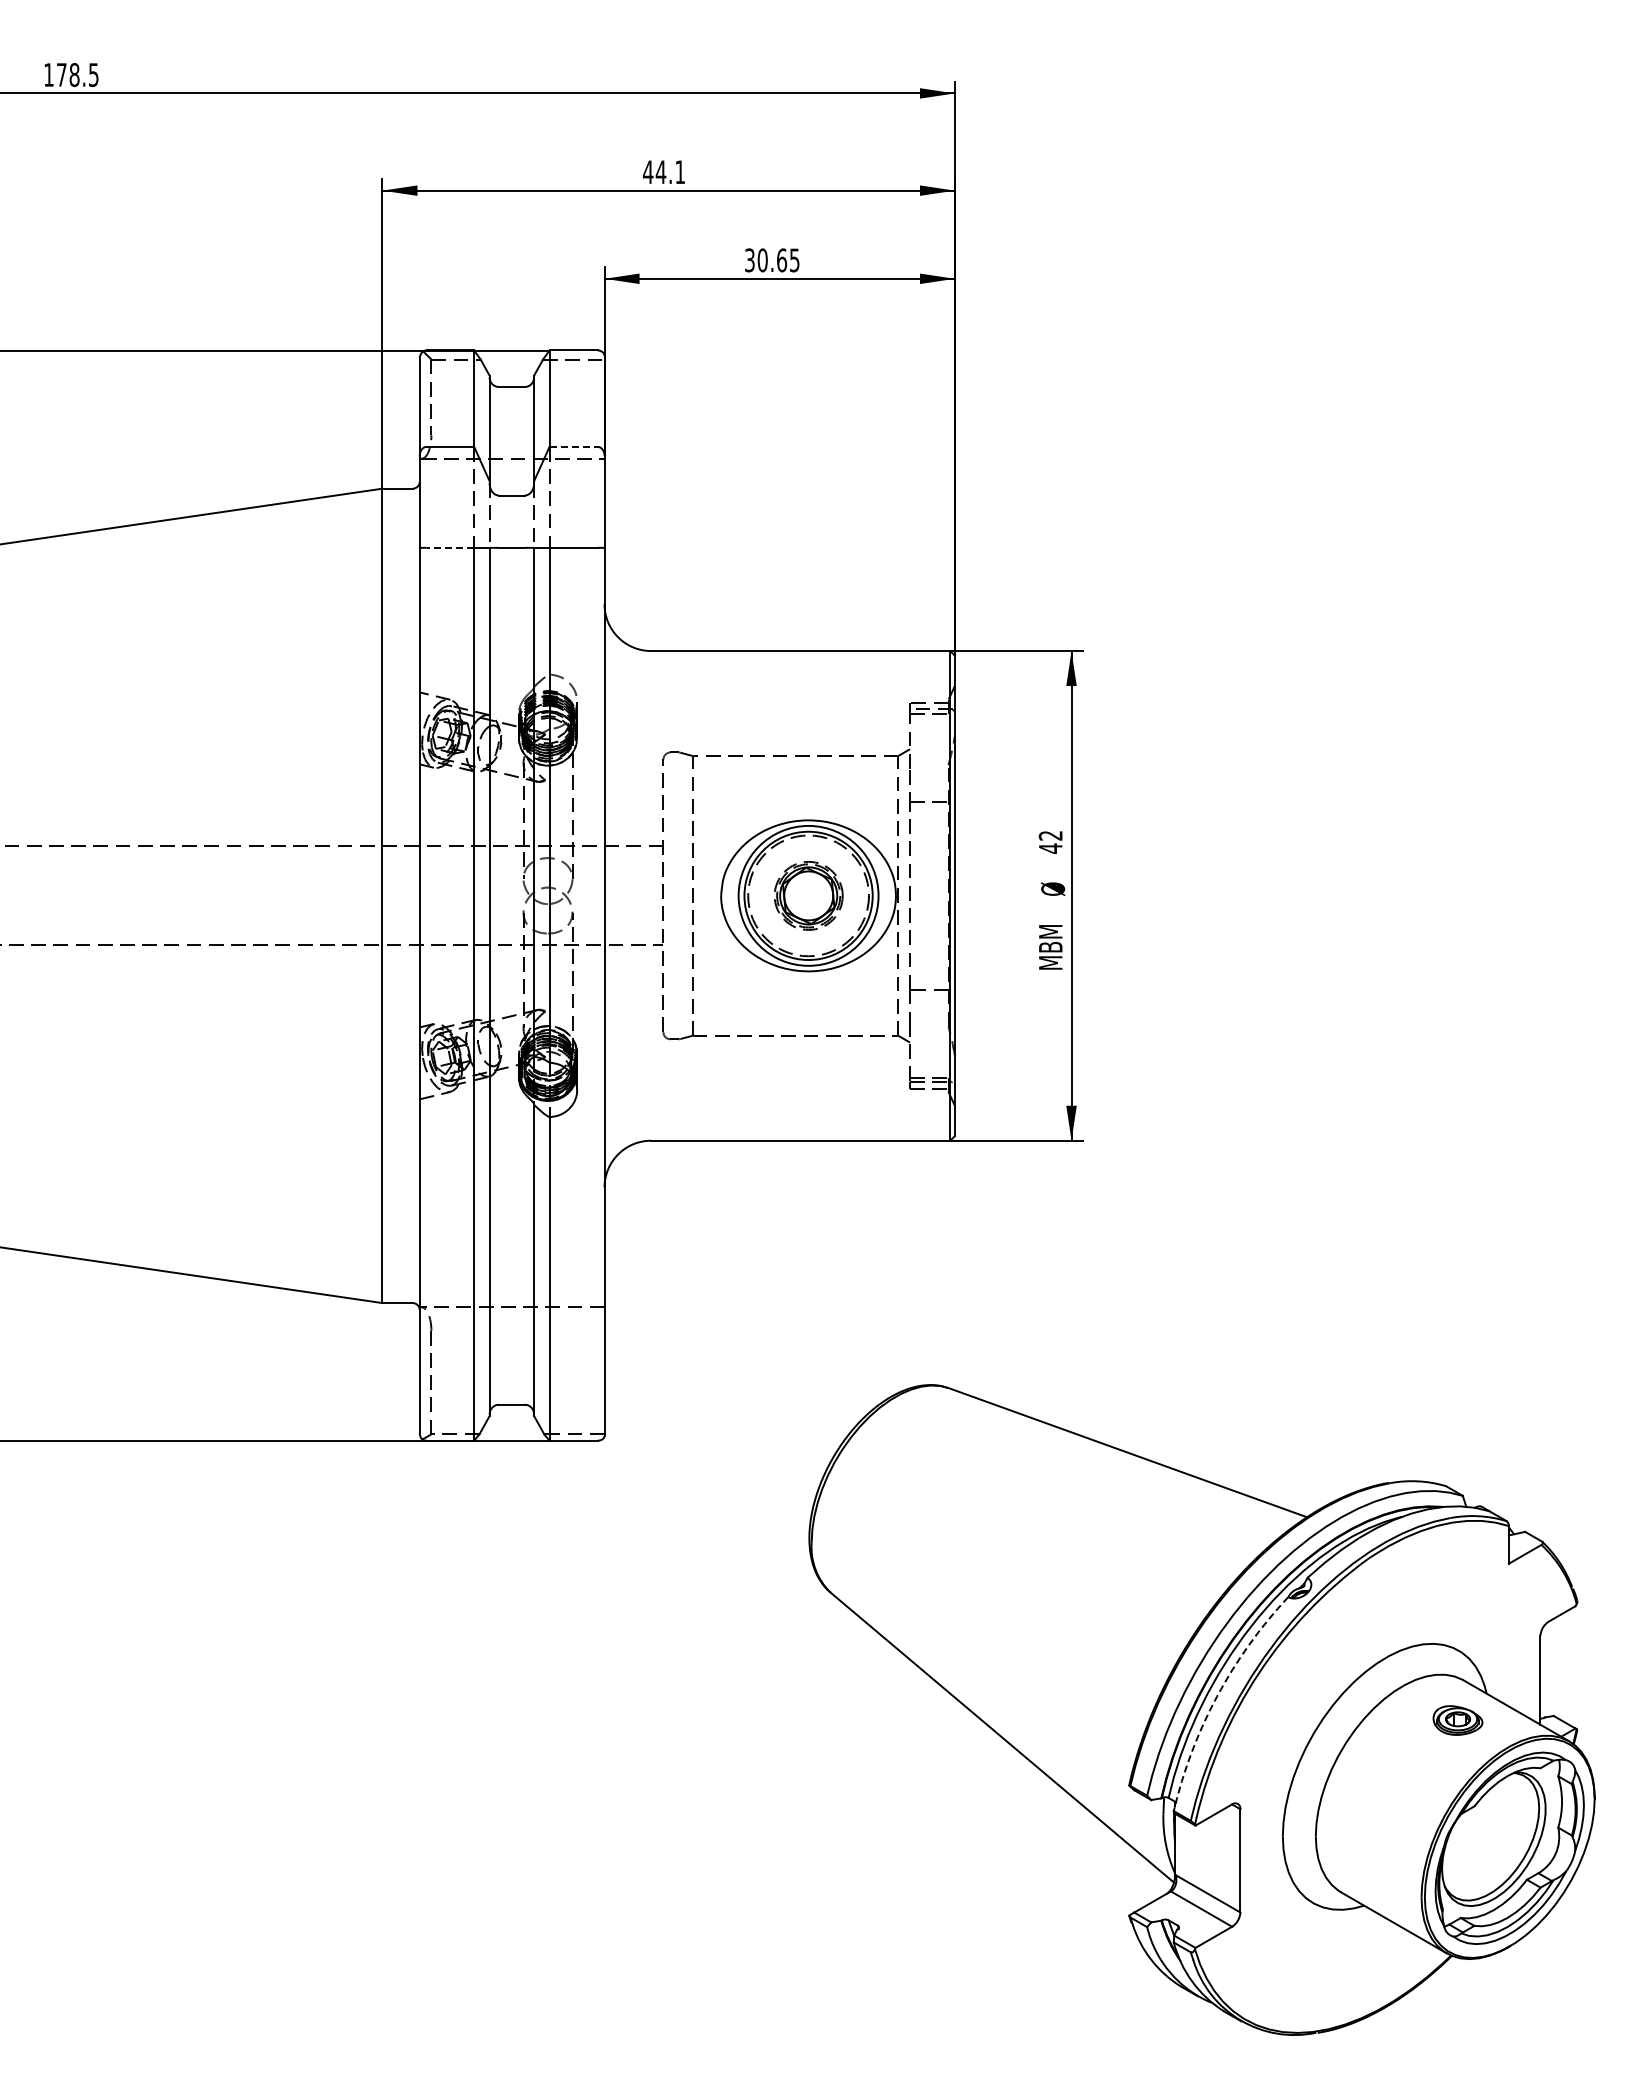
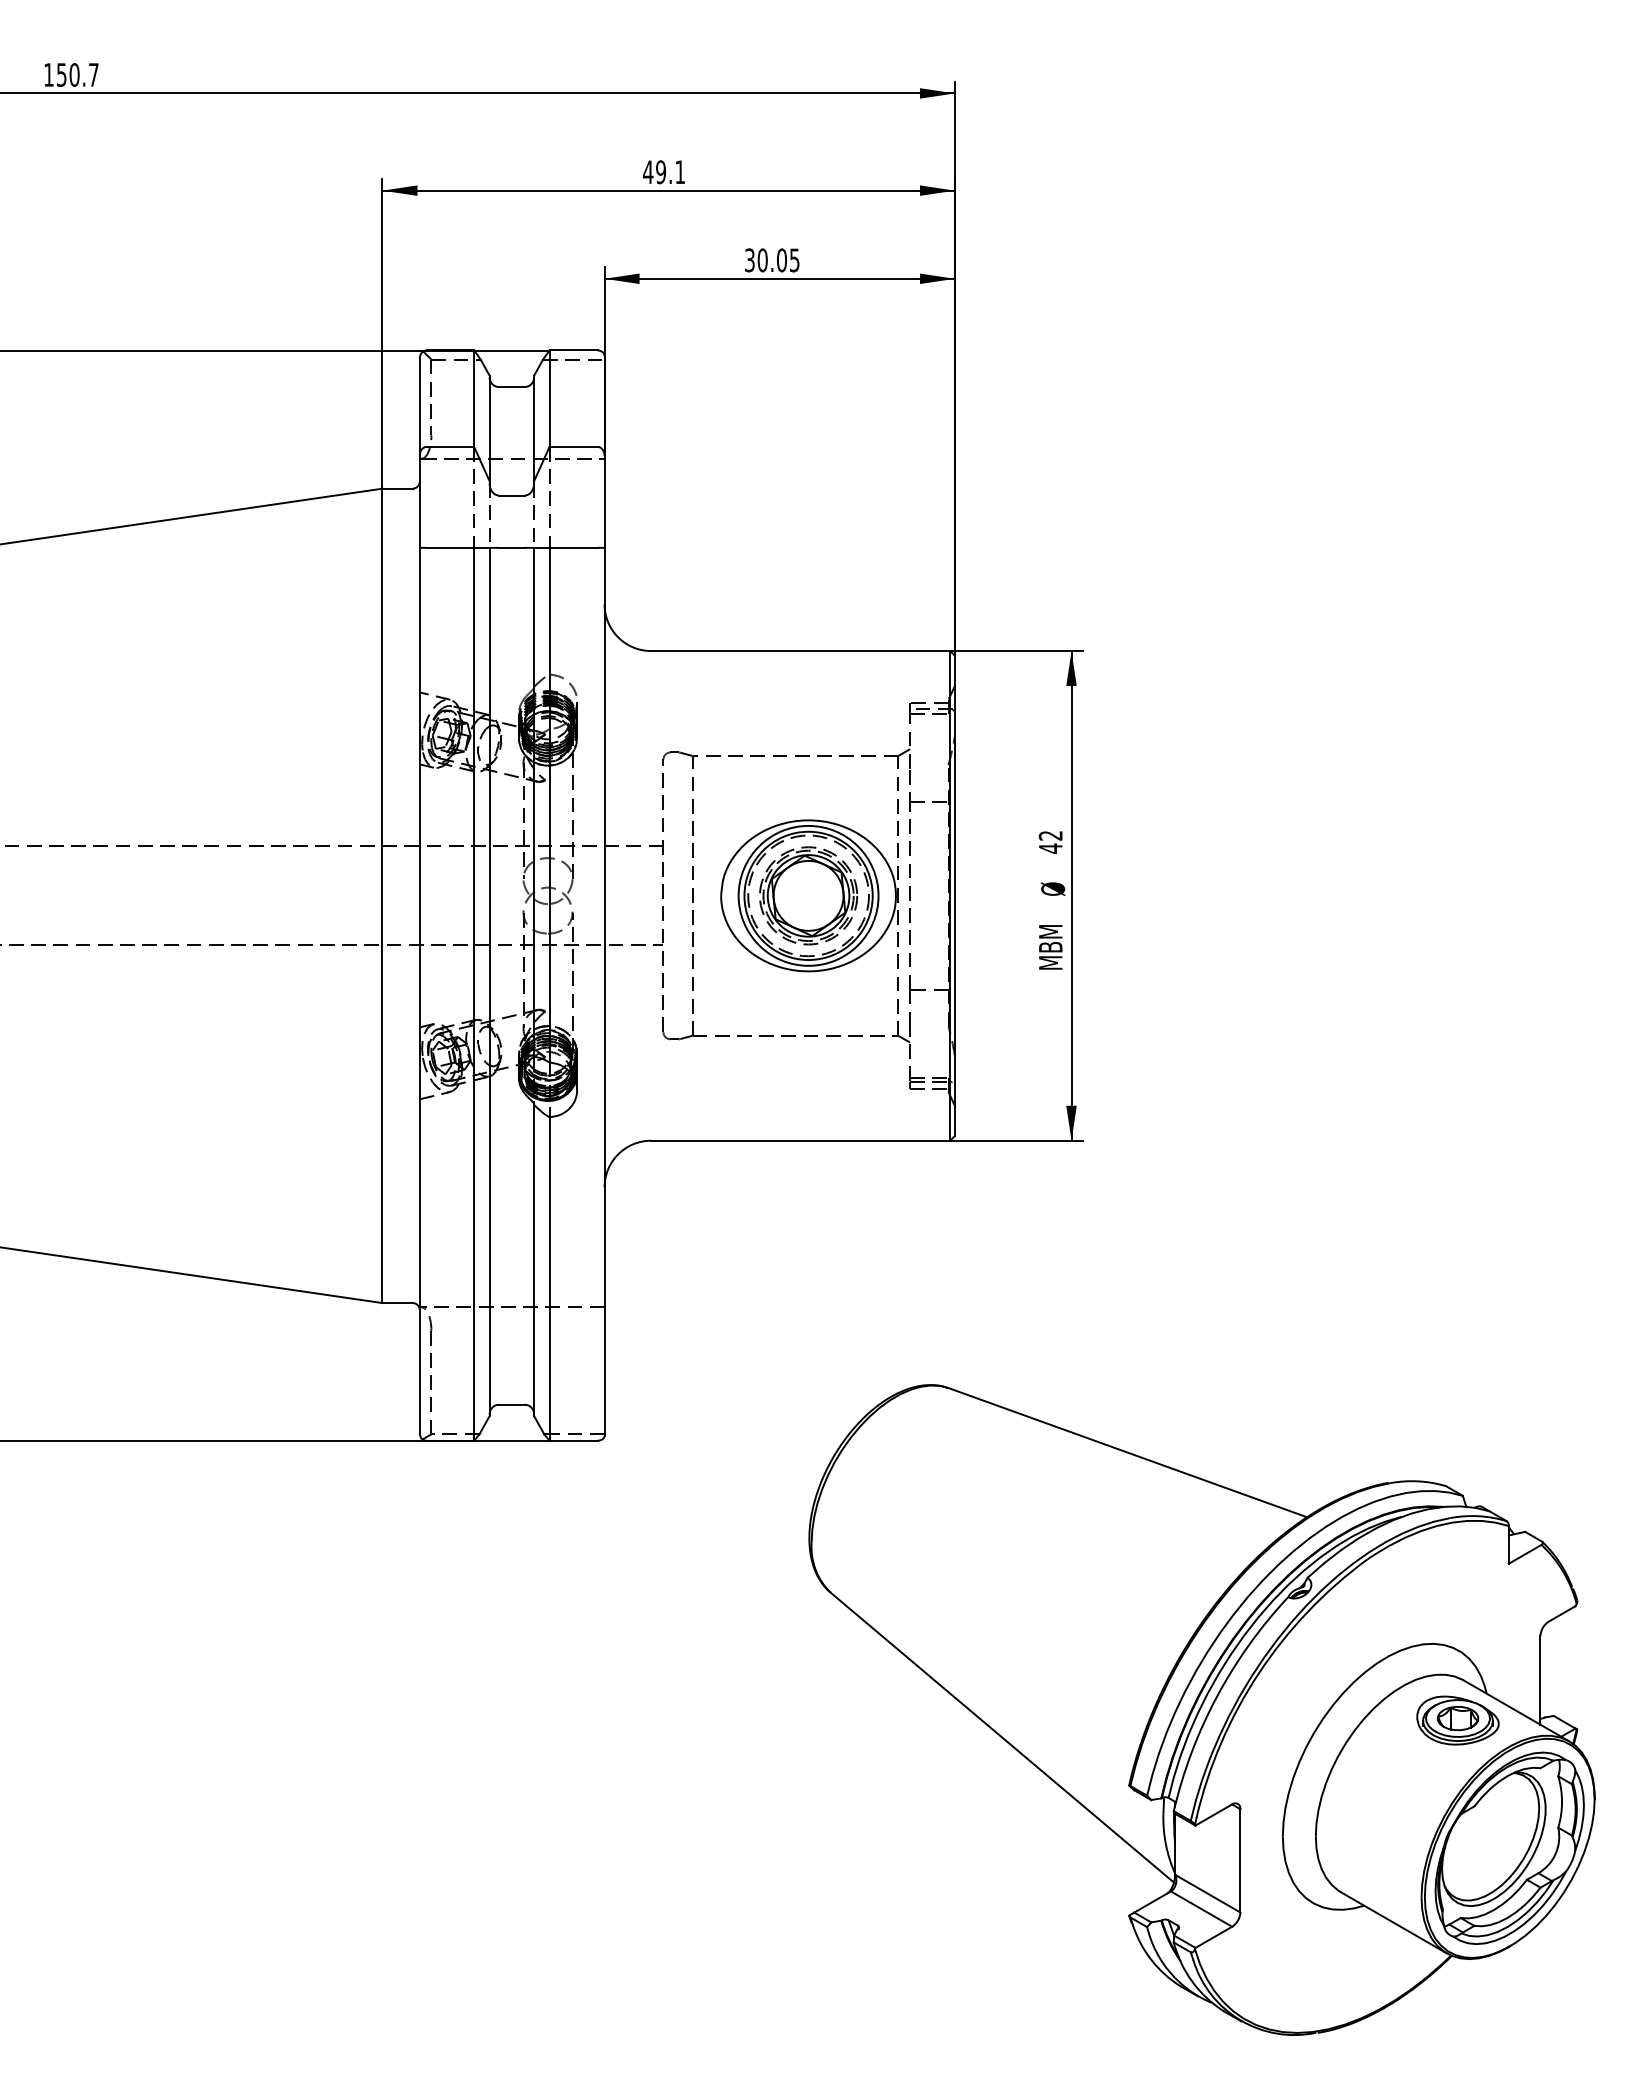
text at (77, 74): 178.5 -> 150.7
text at (660, 172): 44.1 -> 49.1
text at (782, 260): 30.65 -> 30.05
line at (574, 446): dashed -> solid
line at (450, 547): dashed -> solid
part at (808, 895) size: 70x70 px -> 100x100 px
arc at (1217, 1696): dashed -> solid
part at (1457, 1720) size: 52x31 px -> 84x51 px
